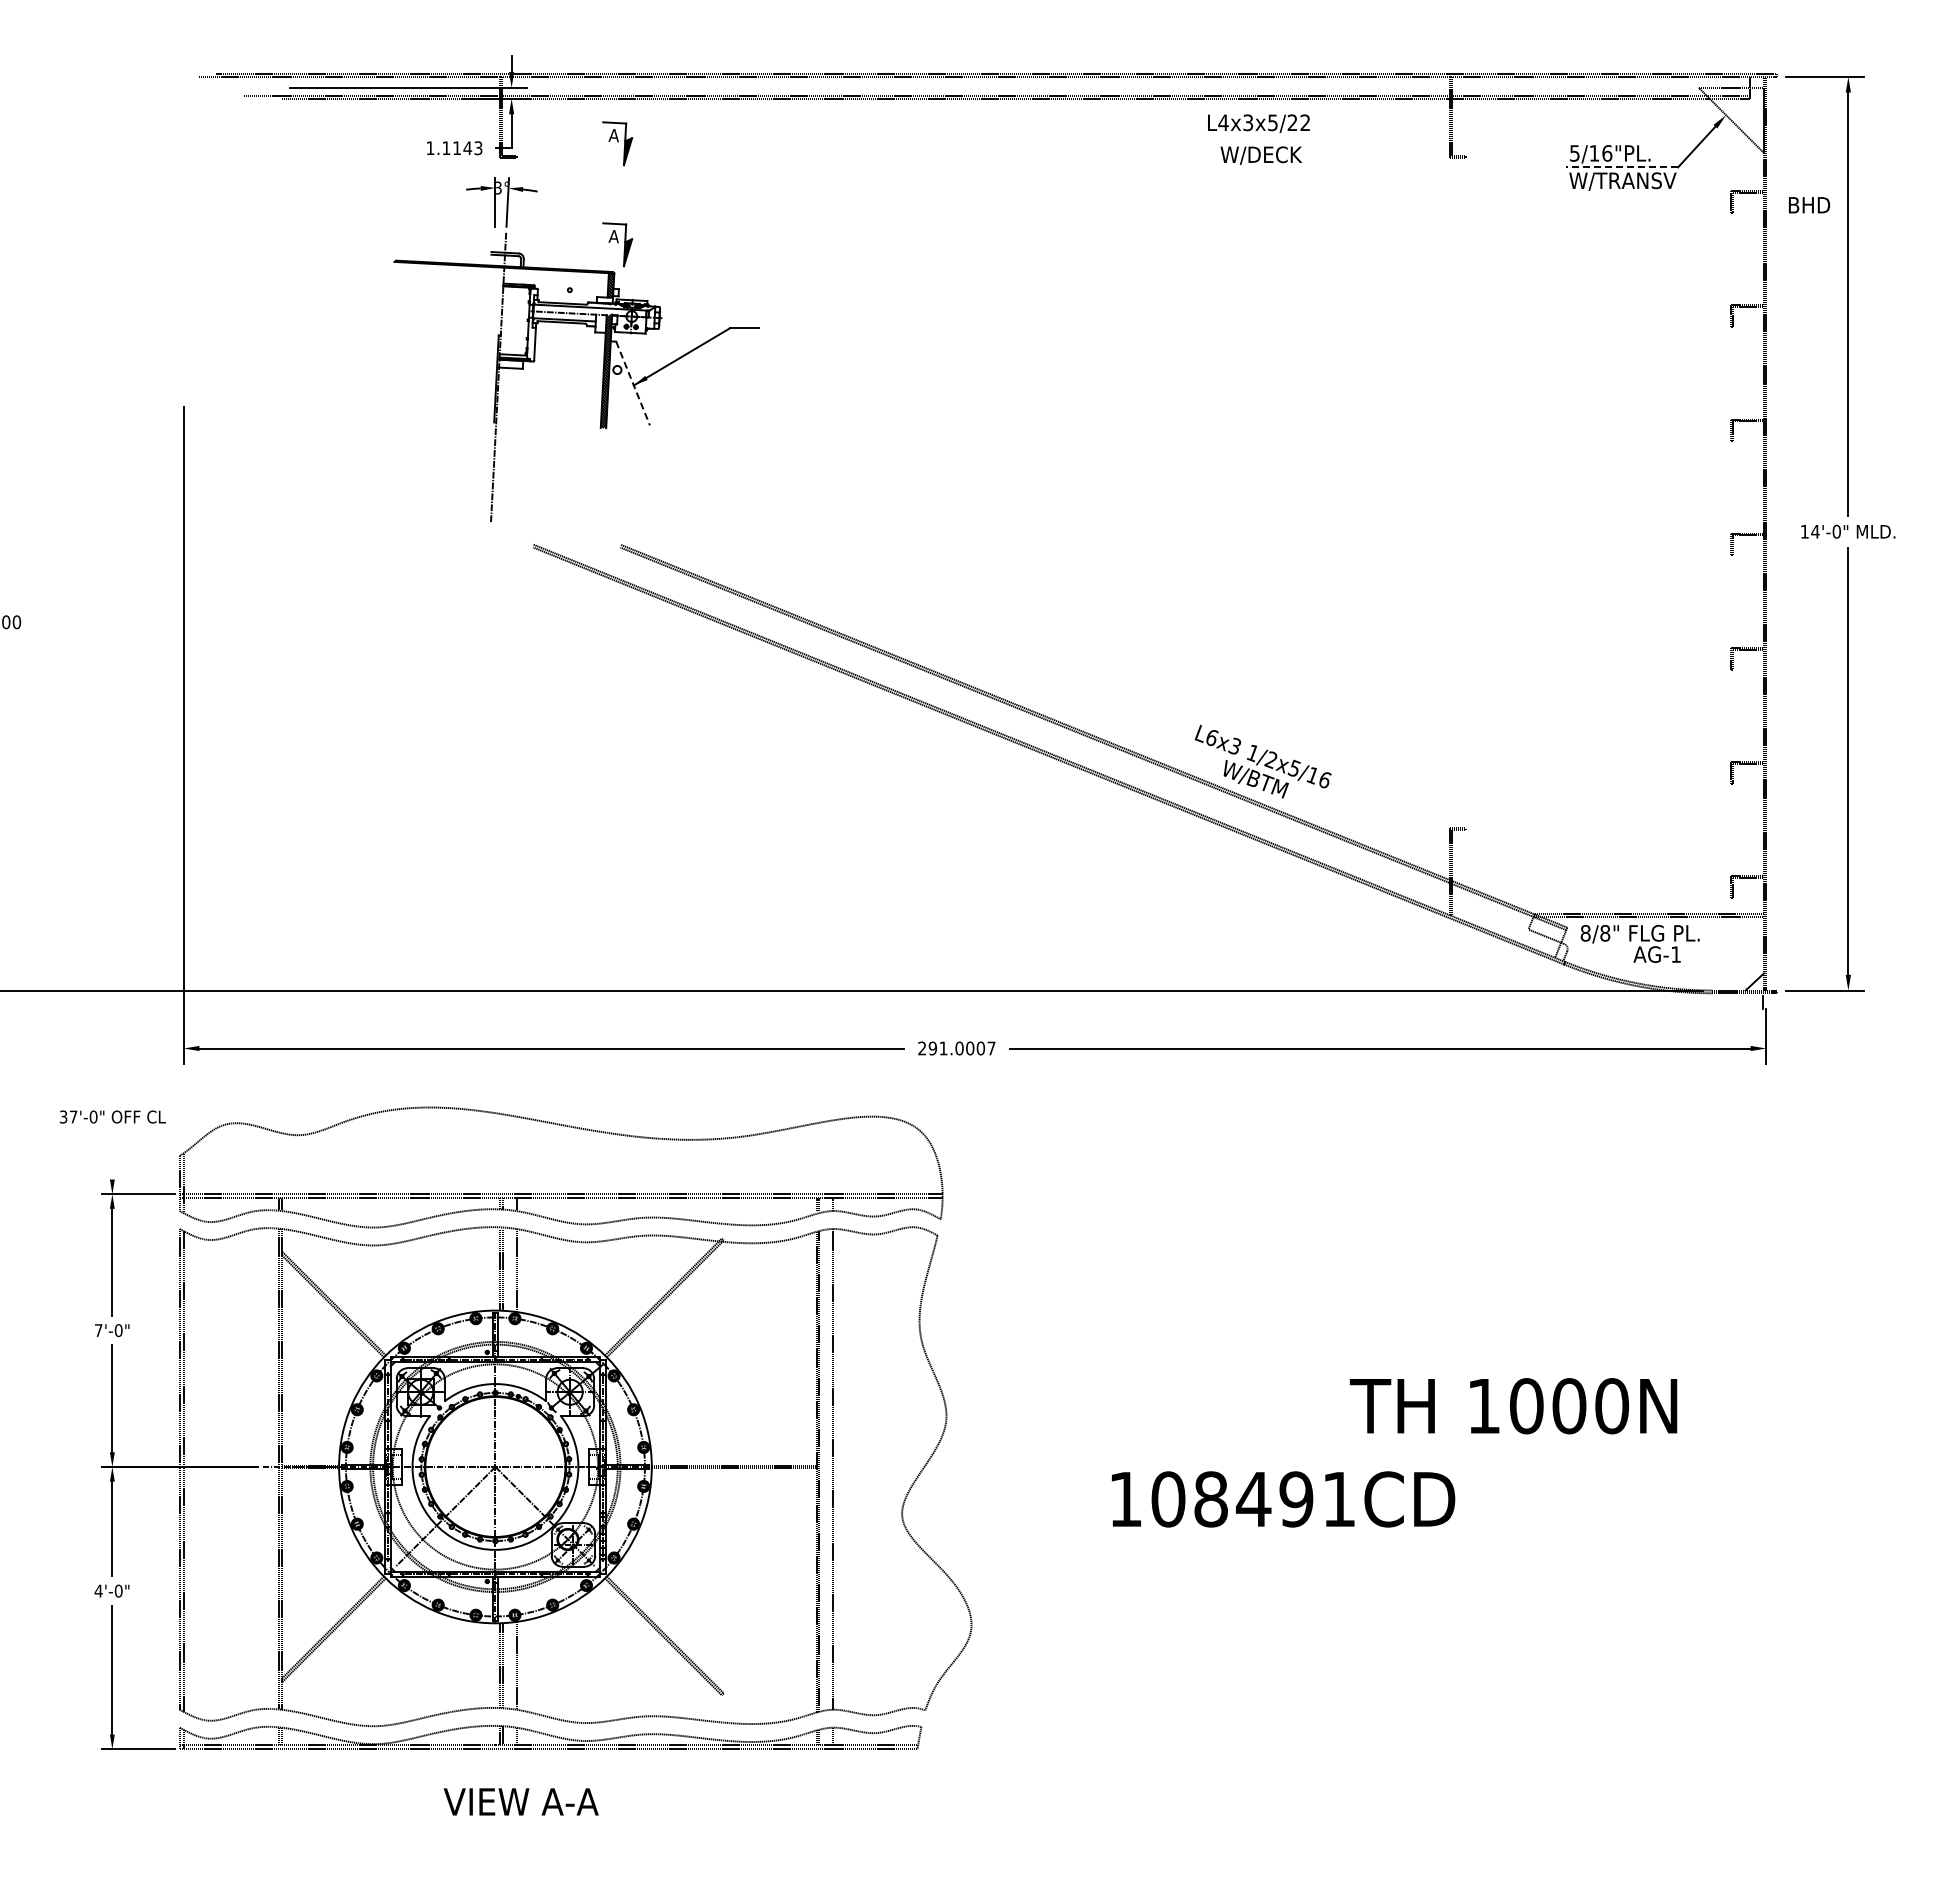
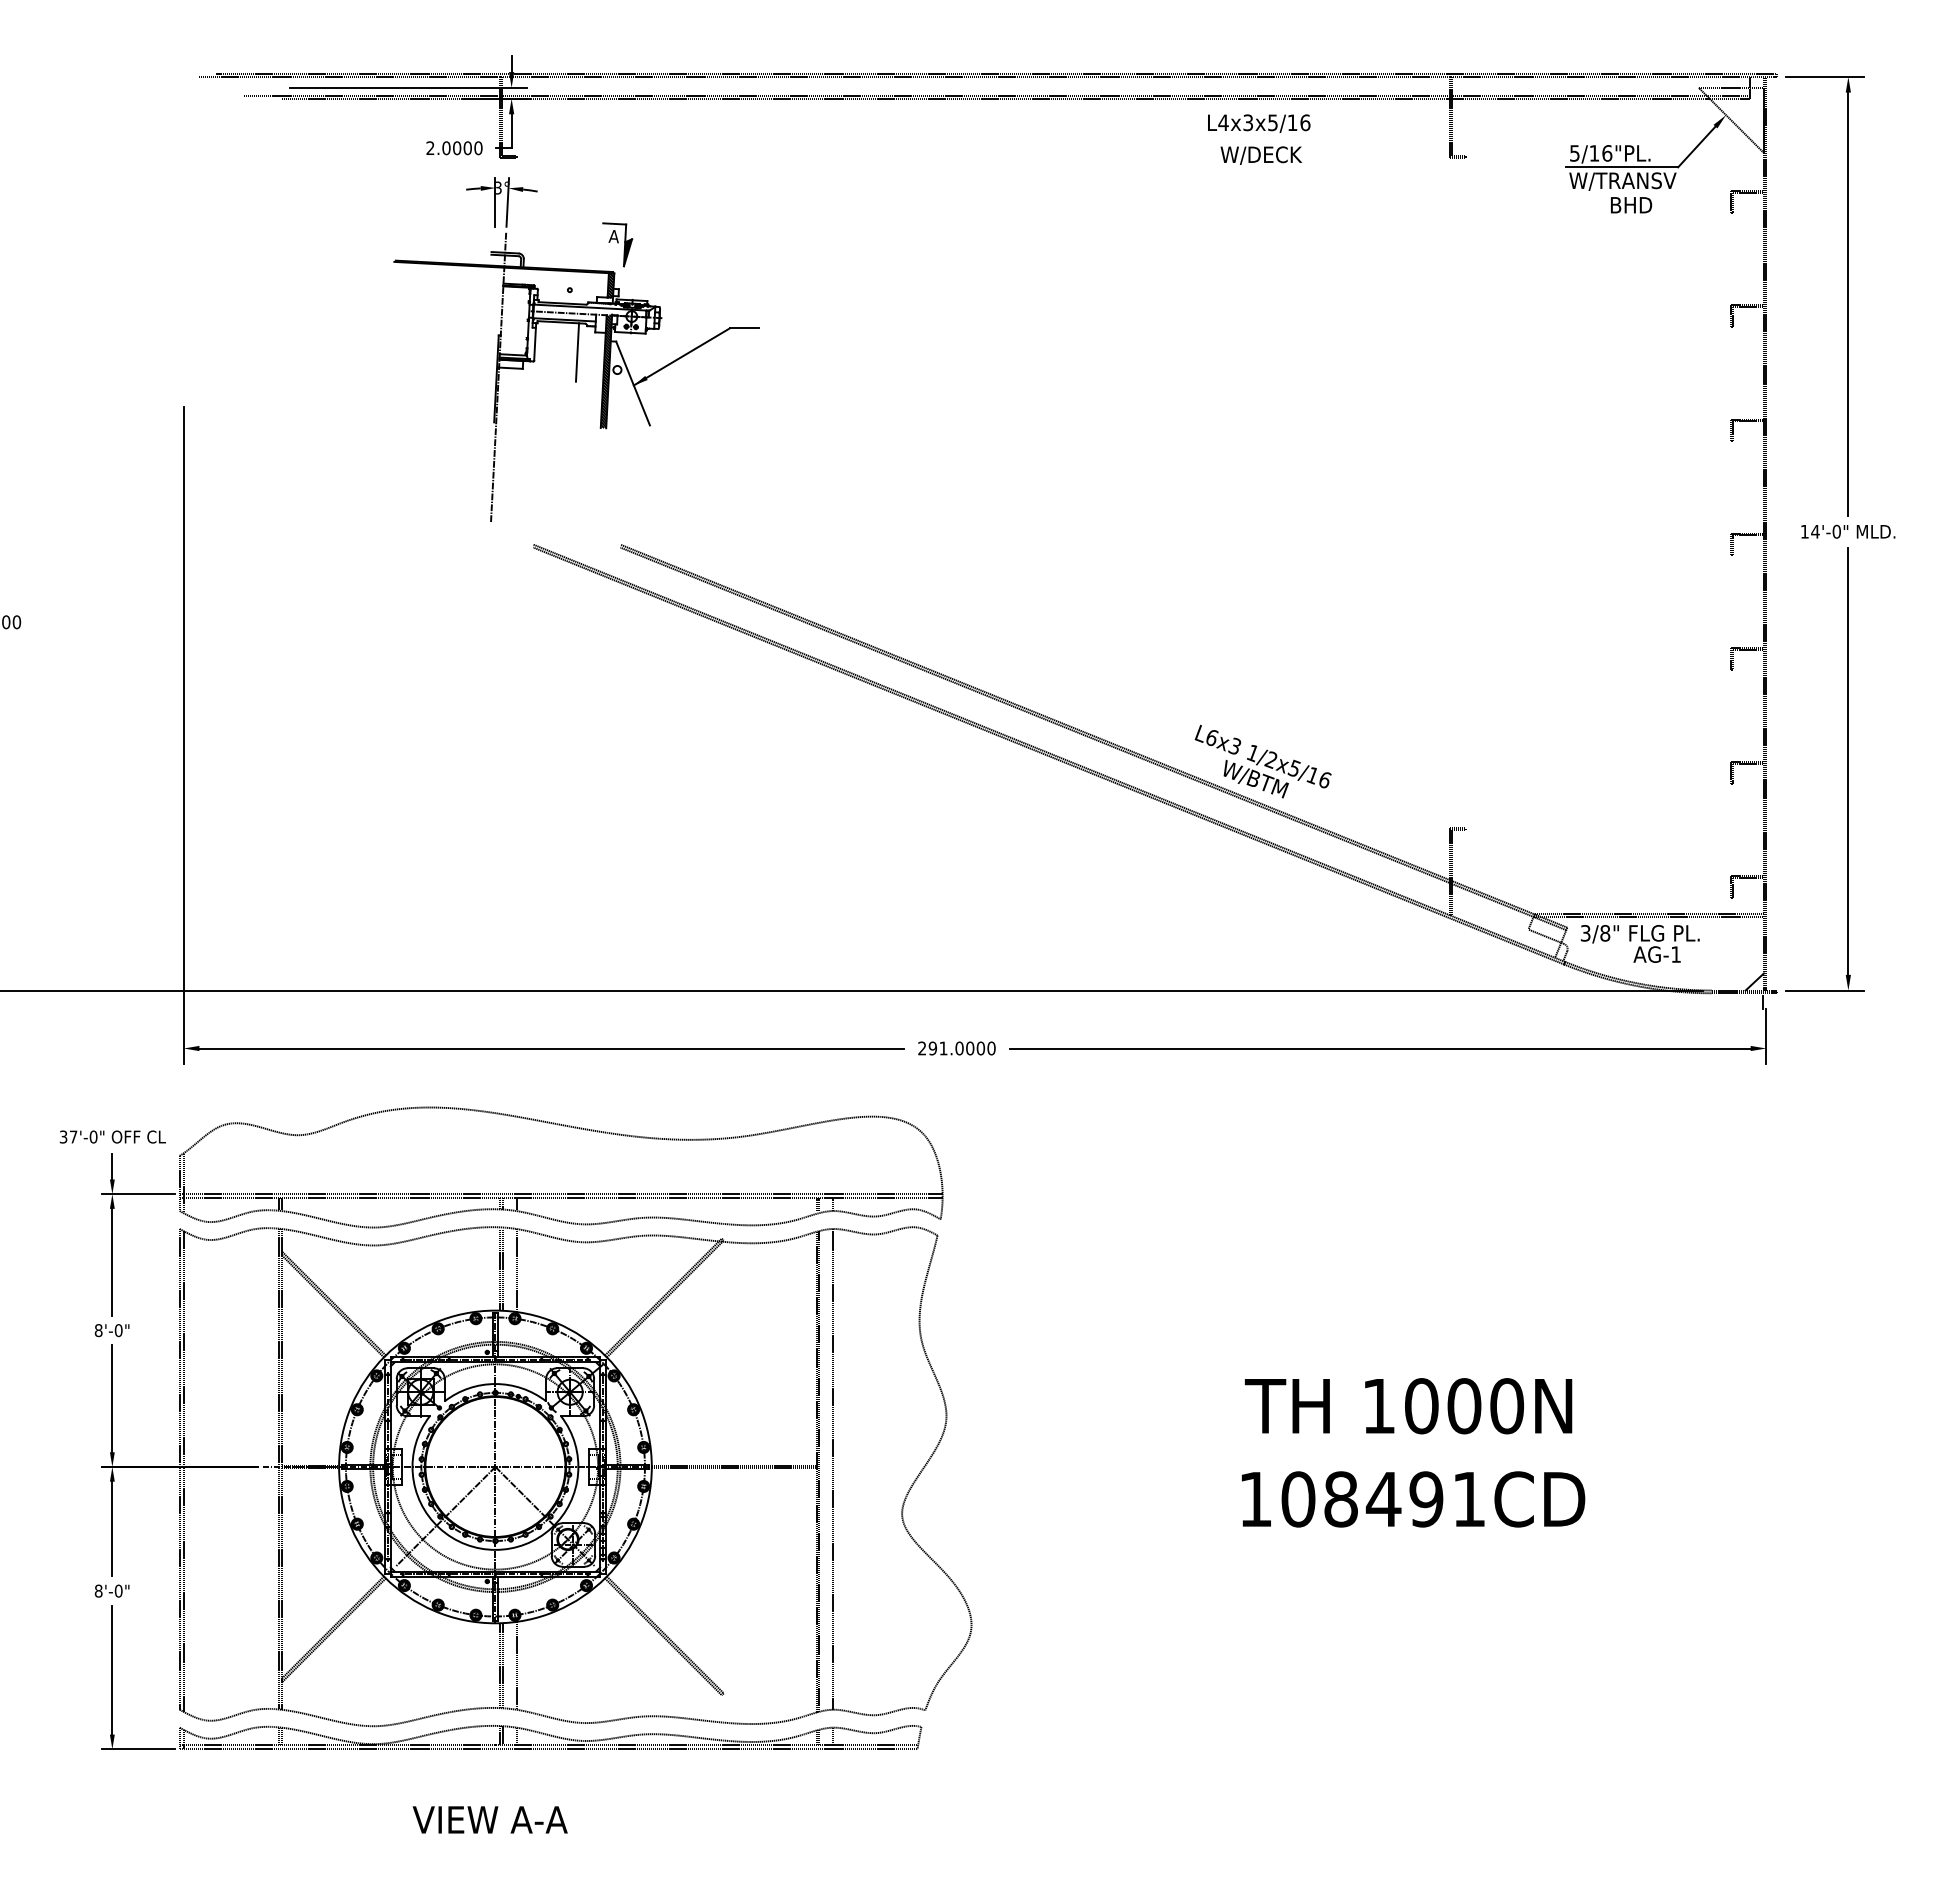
text at (1298, 122): L4x3x5/22 -> L4x3x5/16
part at (617, 143): present -> none
text at (454, 148): 1.1143 -> 2.0000
line at (1621, 167): dashed -> solid
text at (1809, 205) position: (1809, 205) -> (1631, 205)
line at (577, 352): none -> present
line at (633, 383): dashed -> solid
text at (1585, 933): 8/8" -> 3/8"
text at (991, 1048): 291.0007 -> 291.0000
text at (112, 1116) position: (112, 1116) -> (112, 1136)
line at (112, 1166): none -> present
text at (98, 1330): 7'-0" -> 8'-0"
text at (1513, 1406) position: (1513, 1406) -> (1408, 1406)
text at (1283, 1499) position: (1283, 1499) -> (1413, 1499)
text at (98, 1590): 4'-0" -> 8'-0"
text at (520, 1801) position: (520, 1801) -> (489, 1819)
